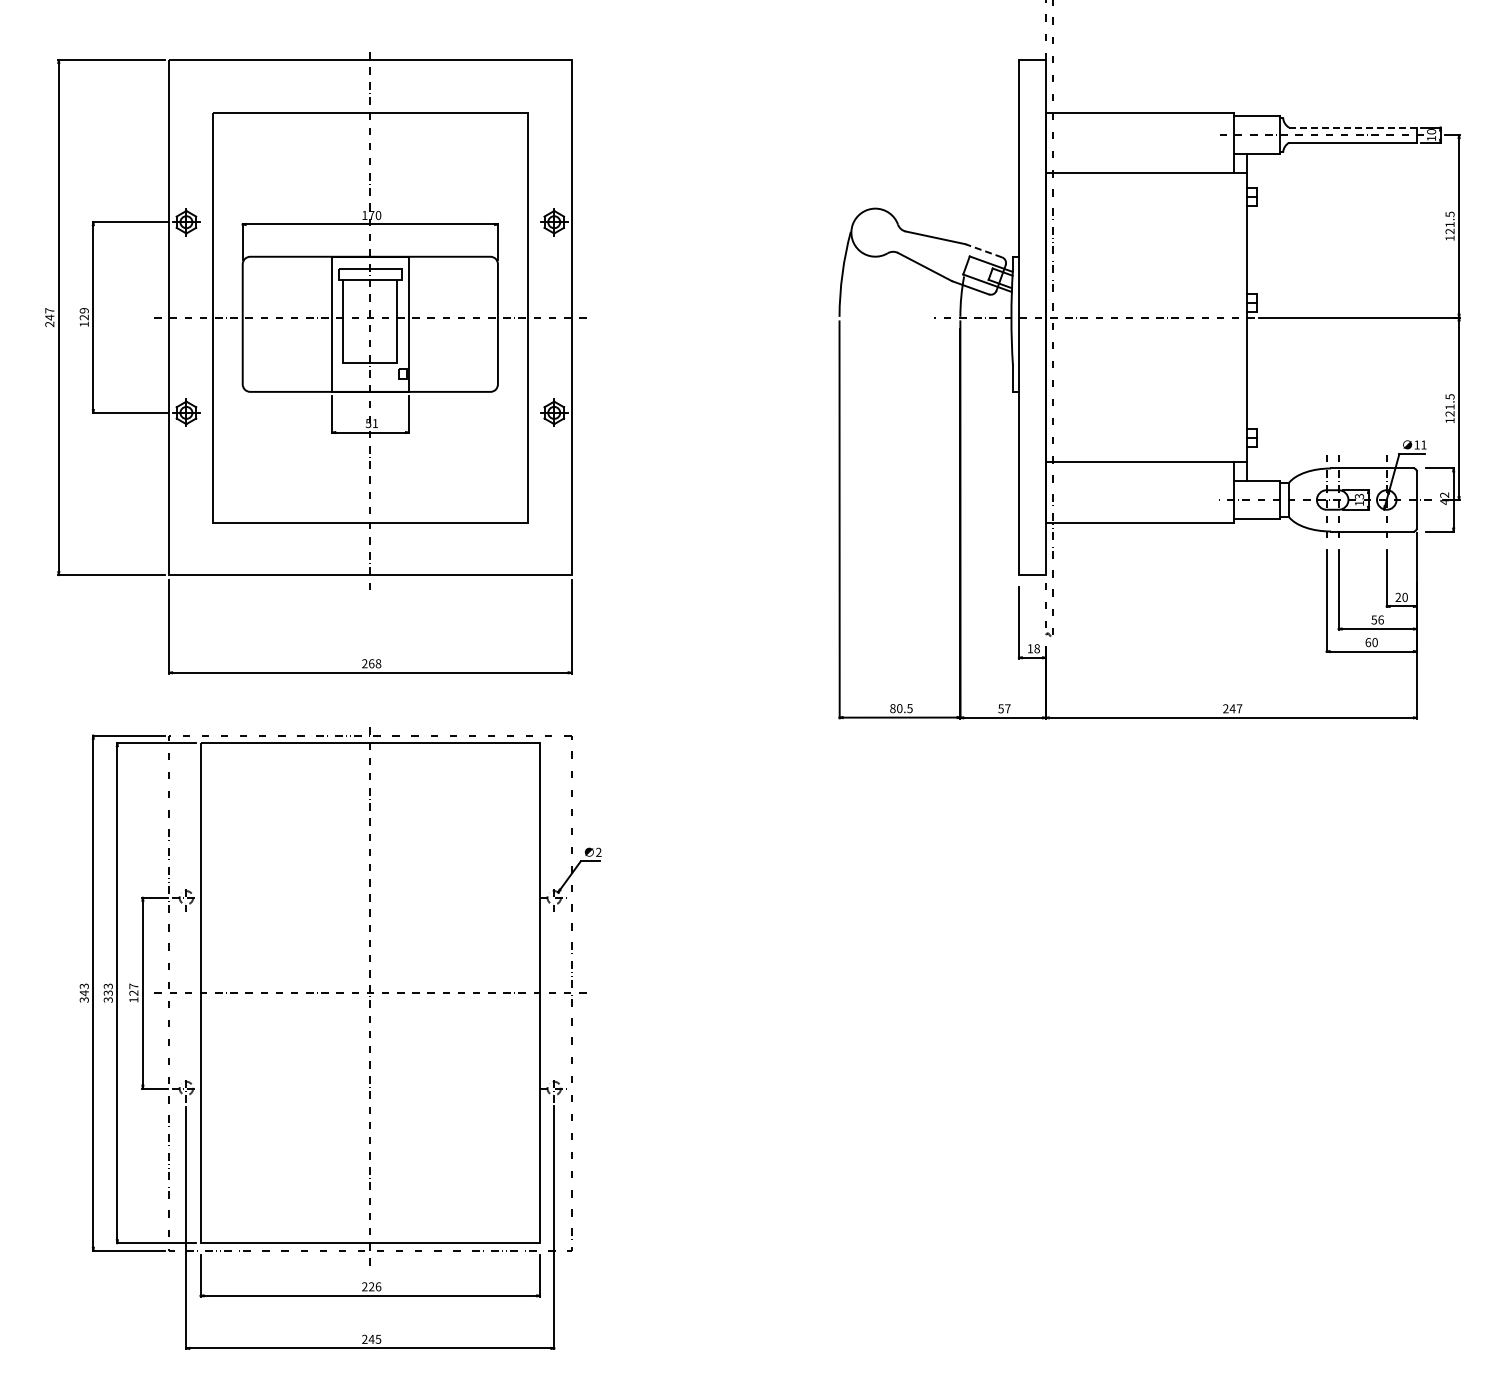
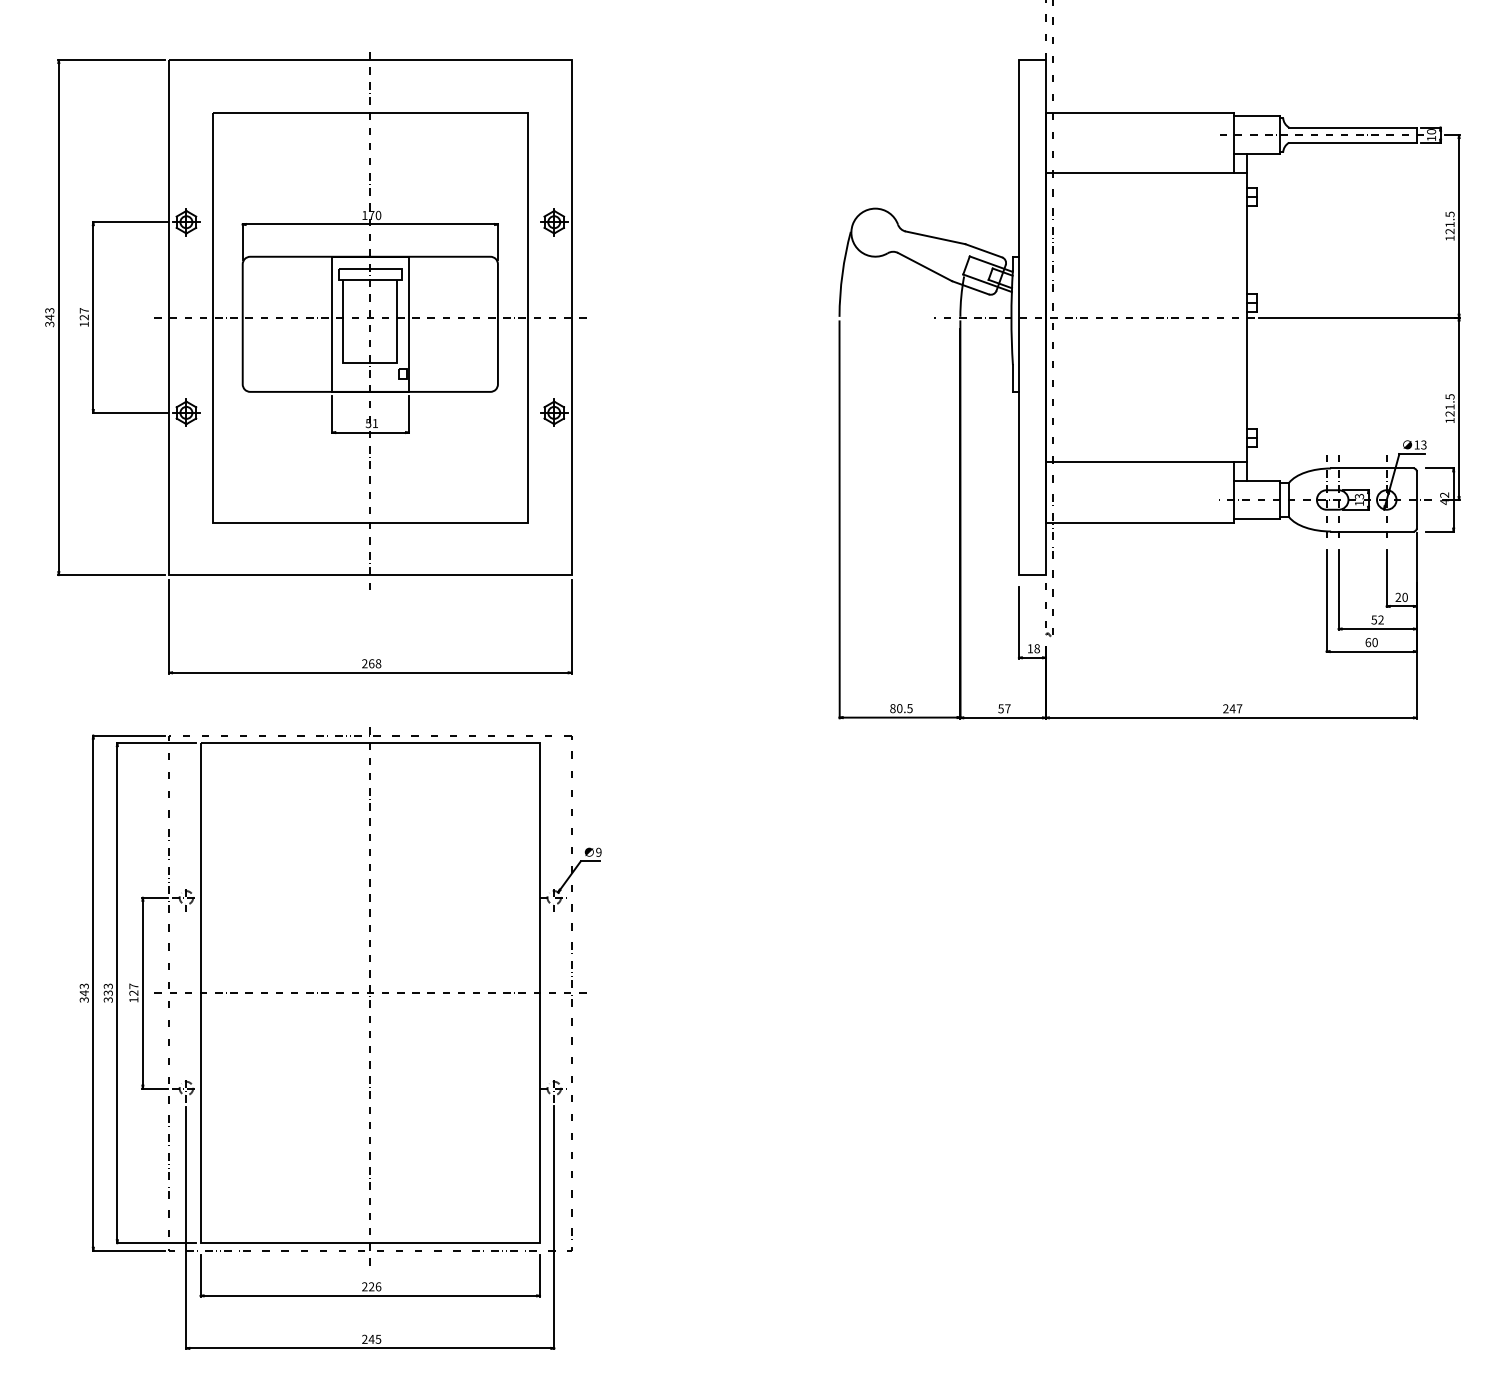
line at (1352, 127): dashed -> solid
line at (983, 250): dashed -> solid
text at (83, 310): 129 -> 127
text at (49, 317): 247 -> 343
text at (1423, 444): 11 -> 13
text at (1380, 619): 56 -> 52
text at (598, 852): 2 -> 9
